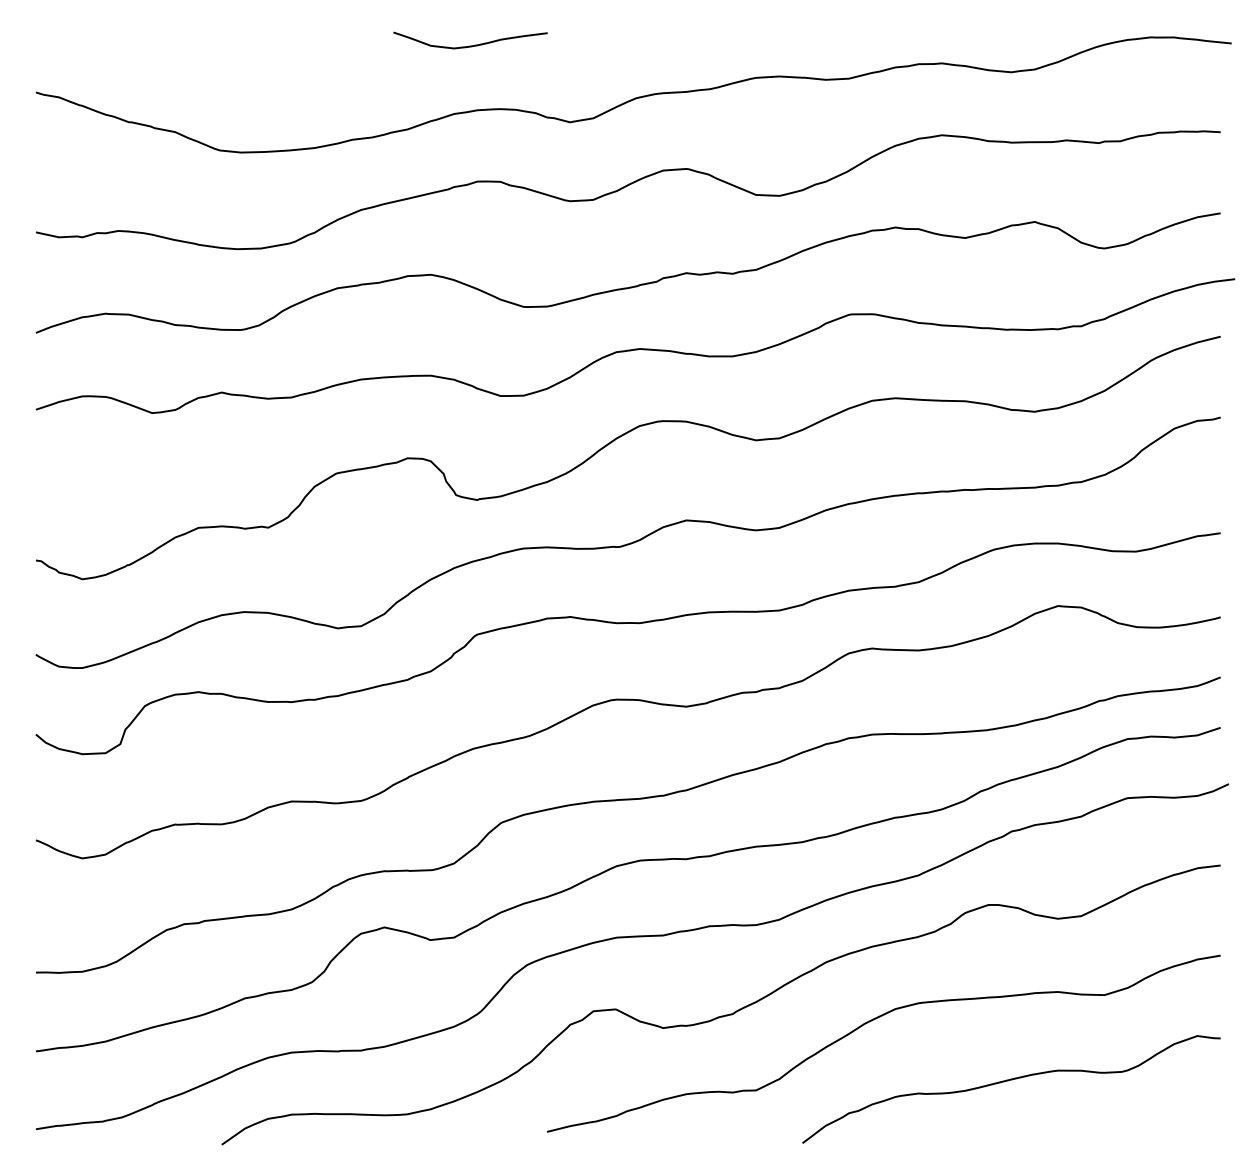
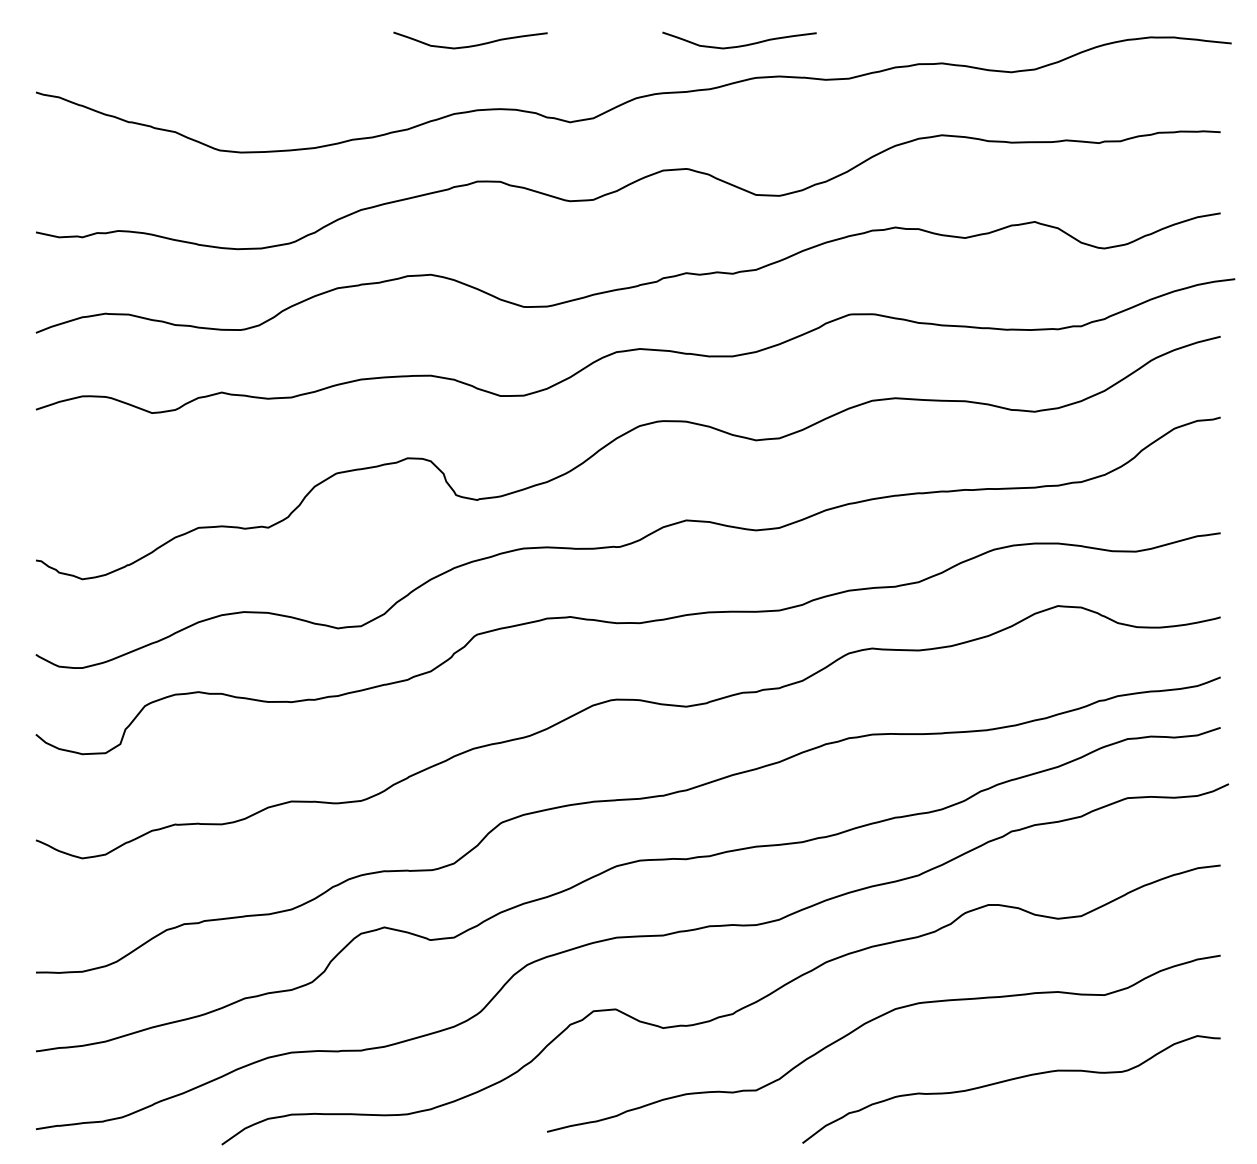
curve at (739, 45): none -> present
